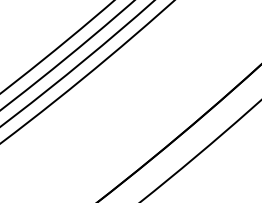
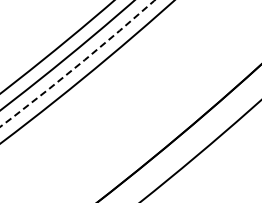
arc at (79, 64): solid -> dashed
